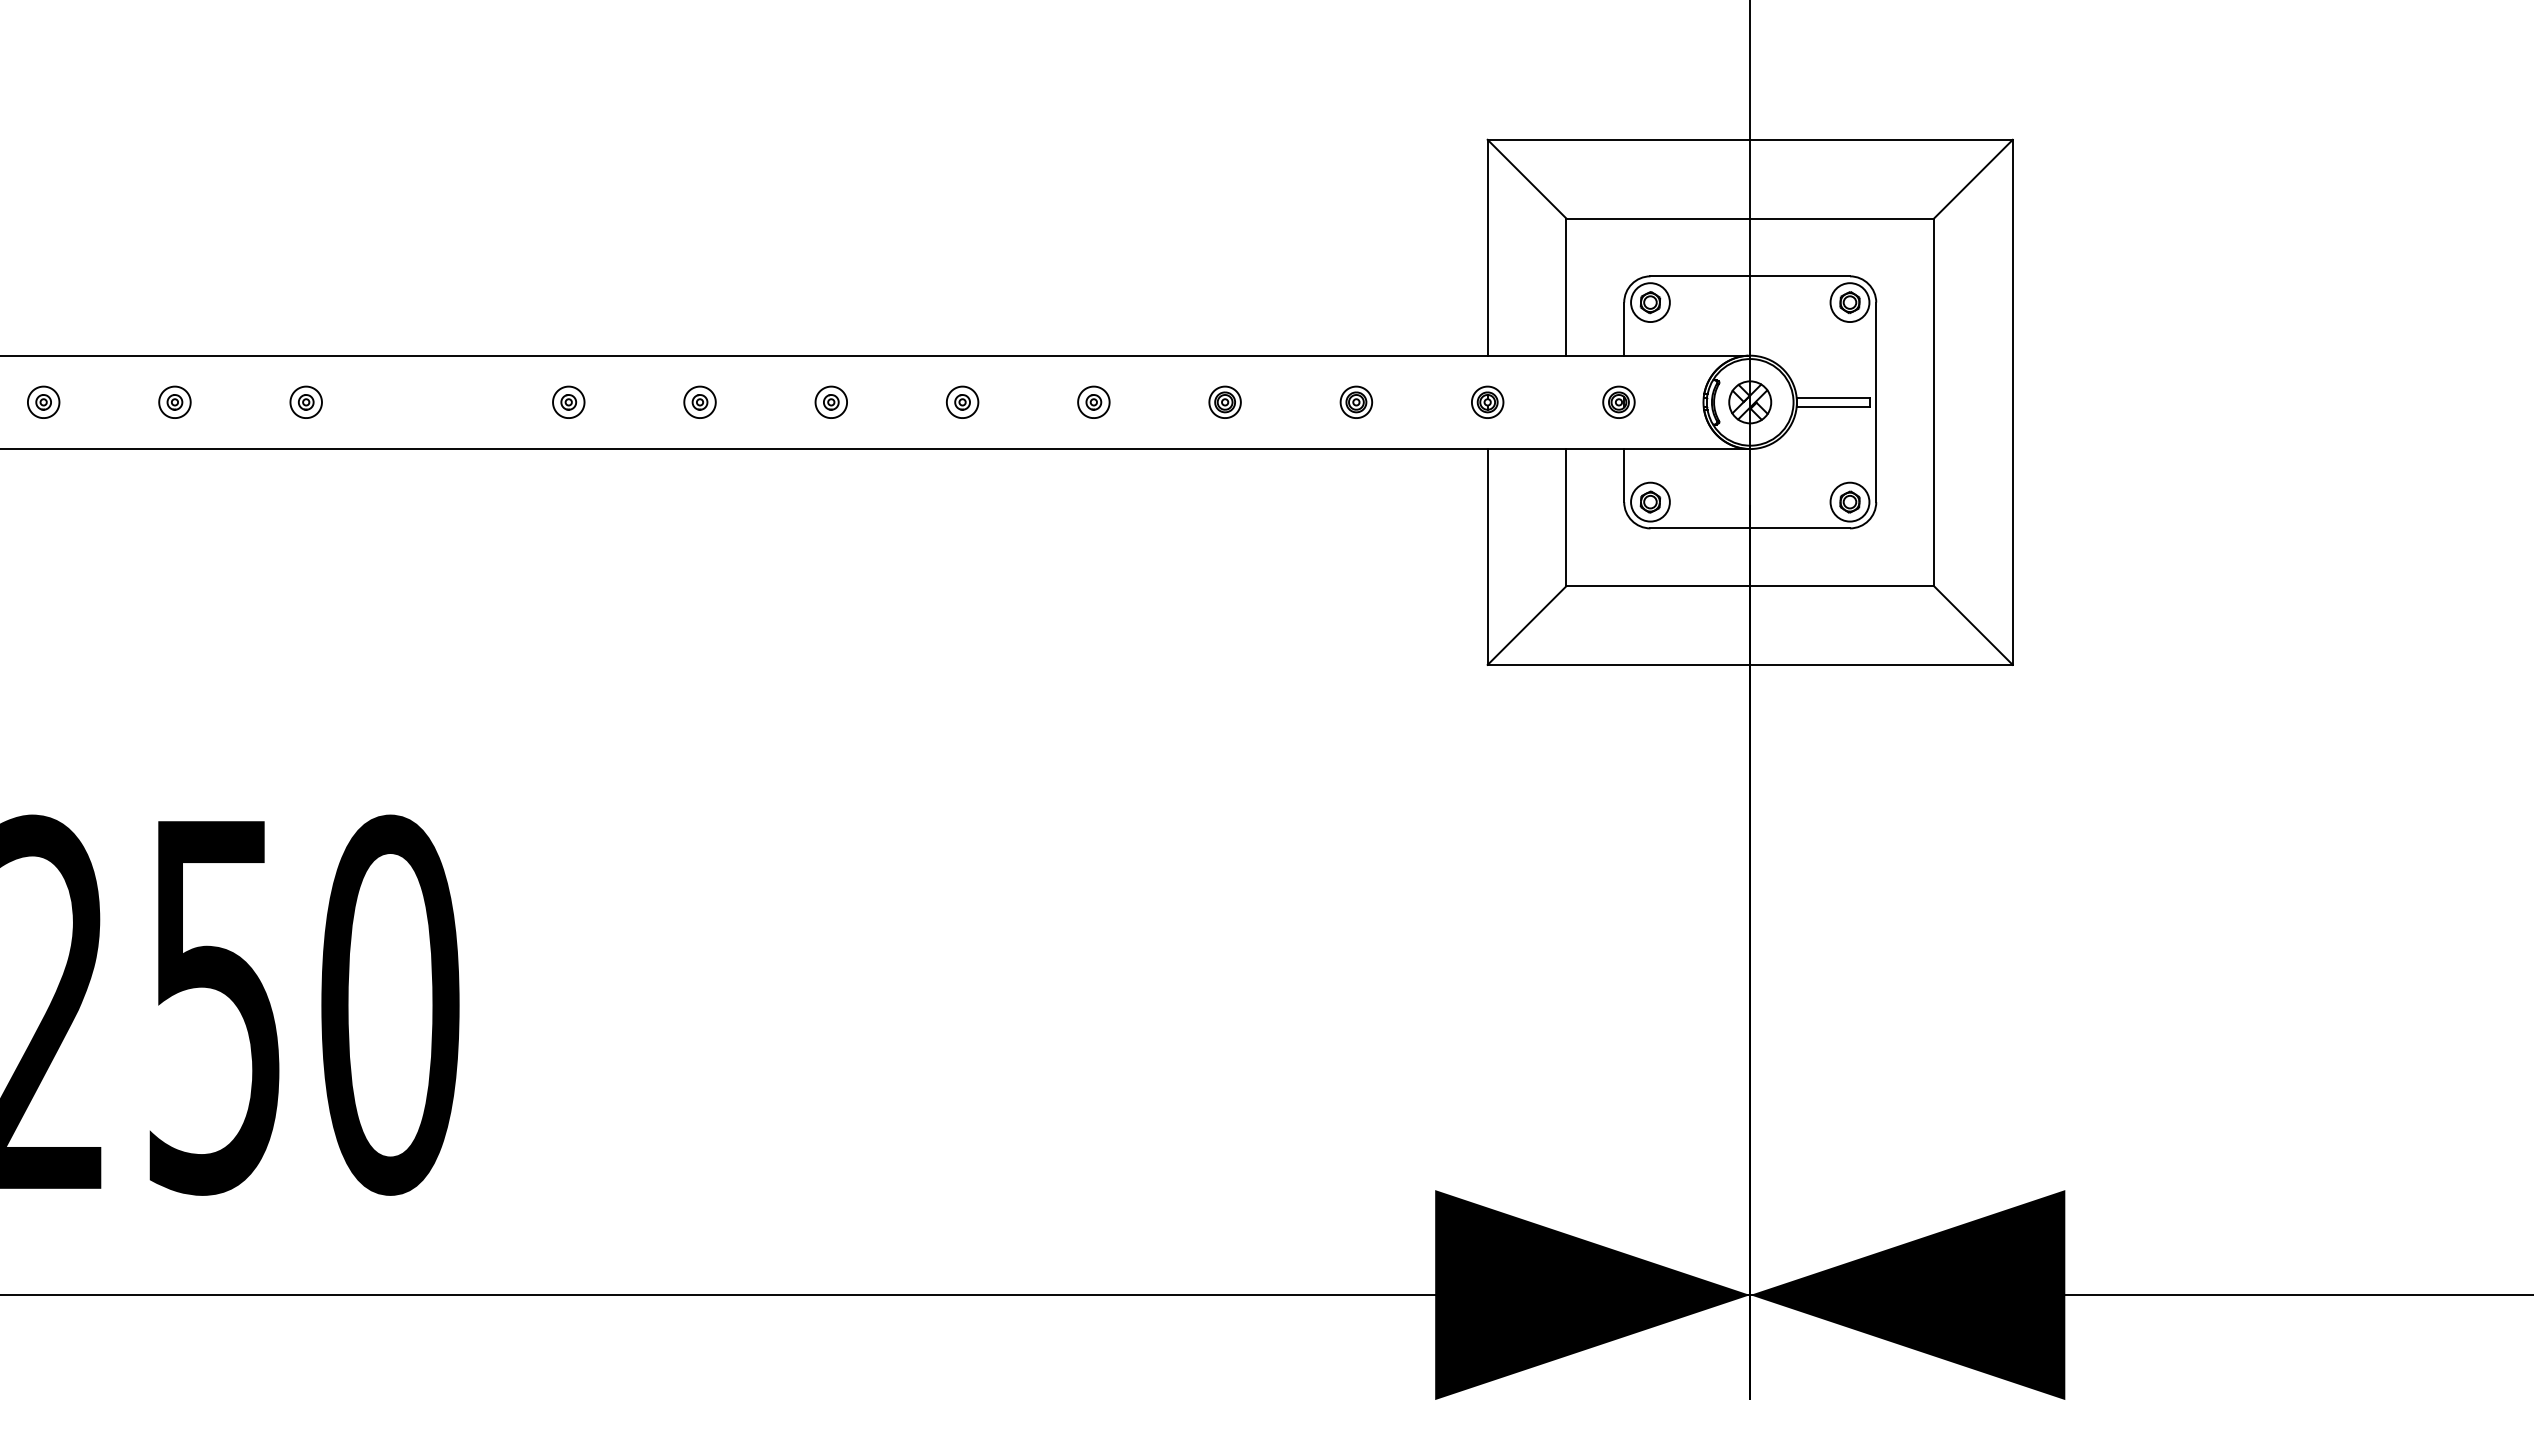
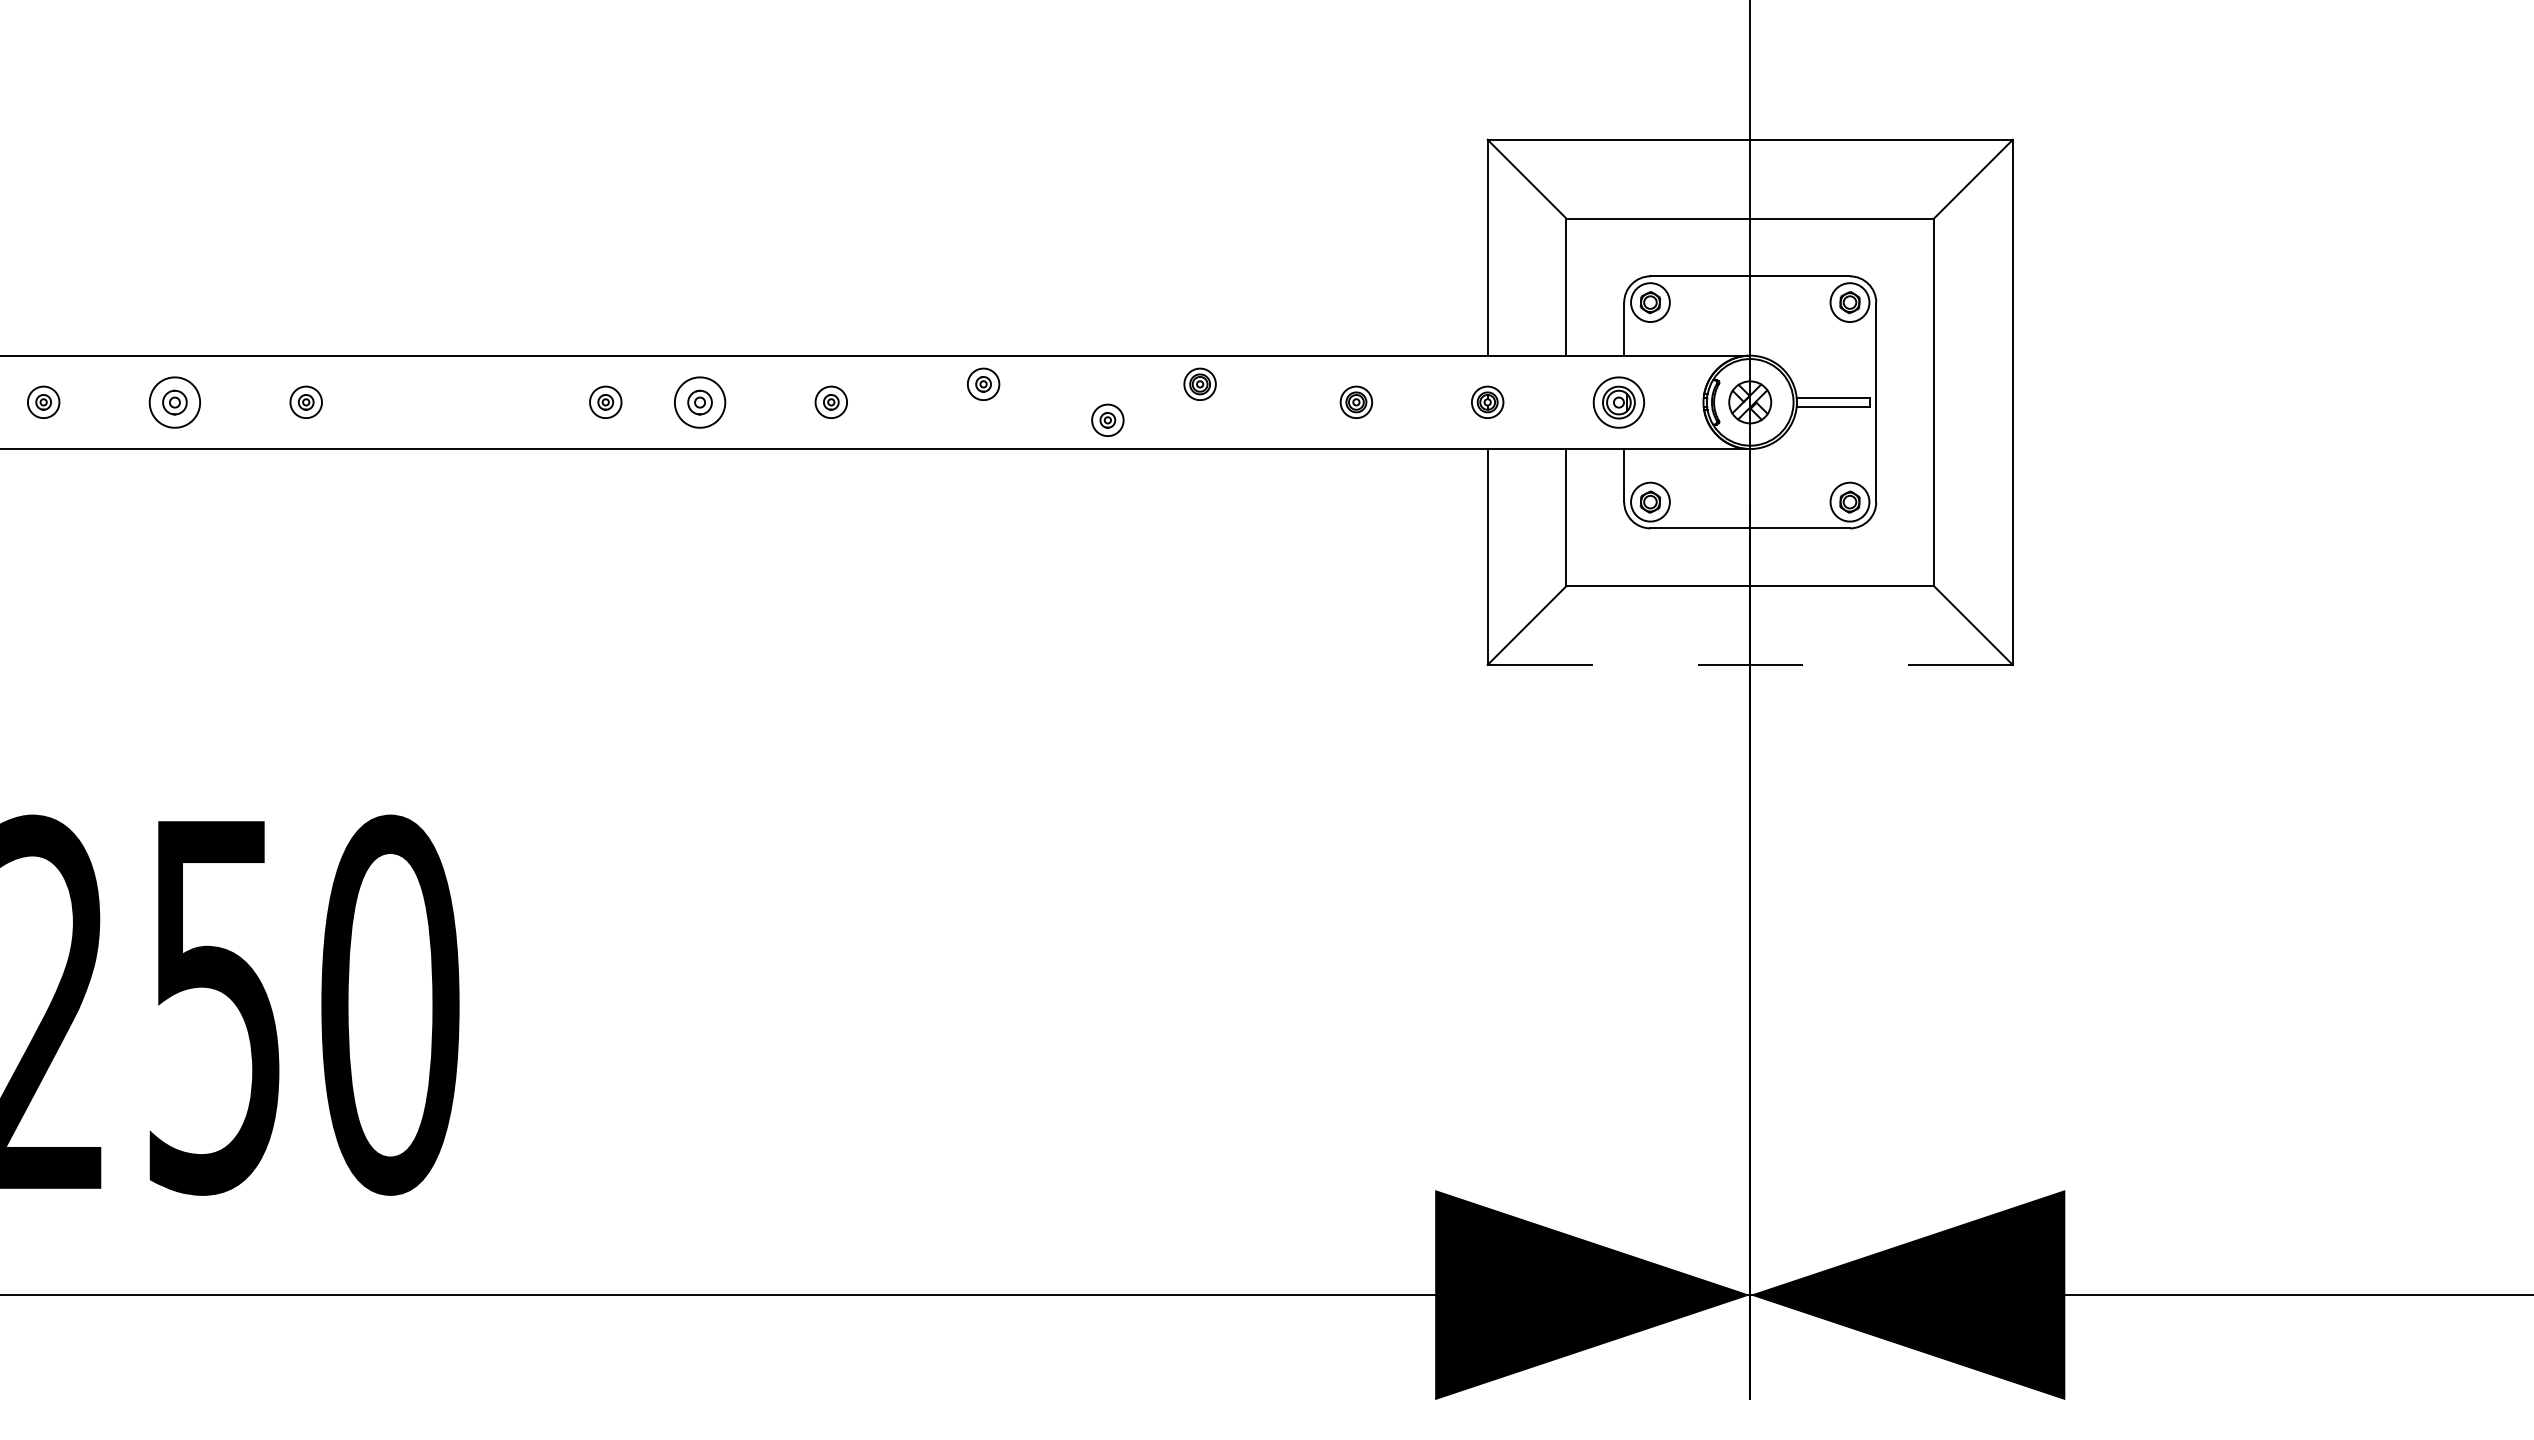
part at (174, 401) size: 34x34 px -> 53x53 px
part at (568, 401) position: (568, 401) -> (605, 401)
part at (699, 401) size: 34x34 px -> 53x53 px
part at (962, 401) position: (962, 401) -> (983, 383)
part at (1093, 401) position: (1093, 401) -> (1107, 419)
part at (1224, 401) position: (1224, 401) -> (1199, 383)
part at (1618, 401) size: 34x34 px -> 54x53 px
line at (1750, 664): solid -> dashed
